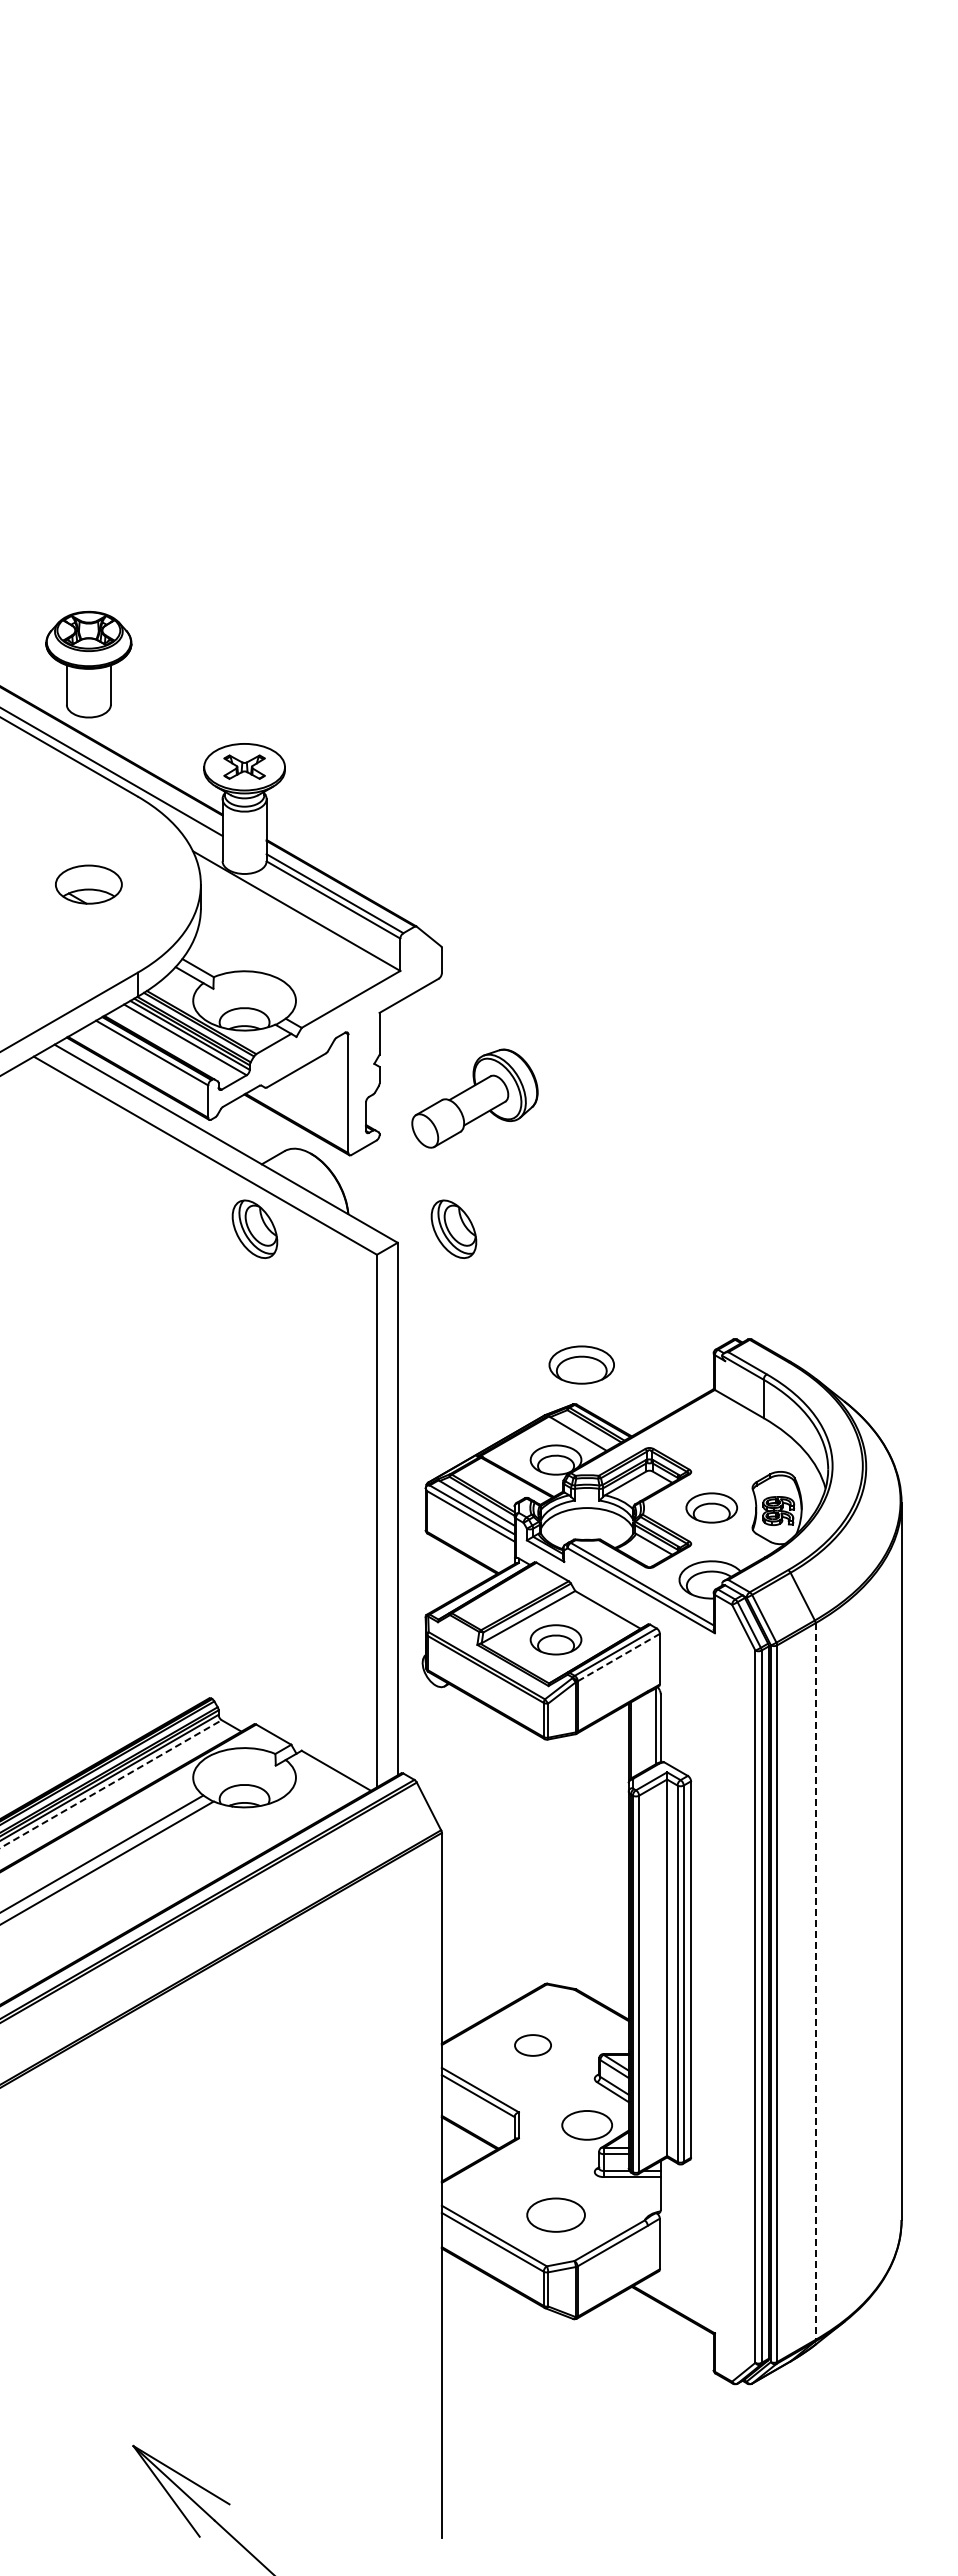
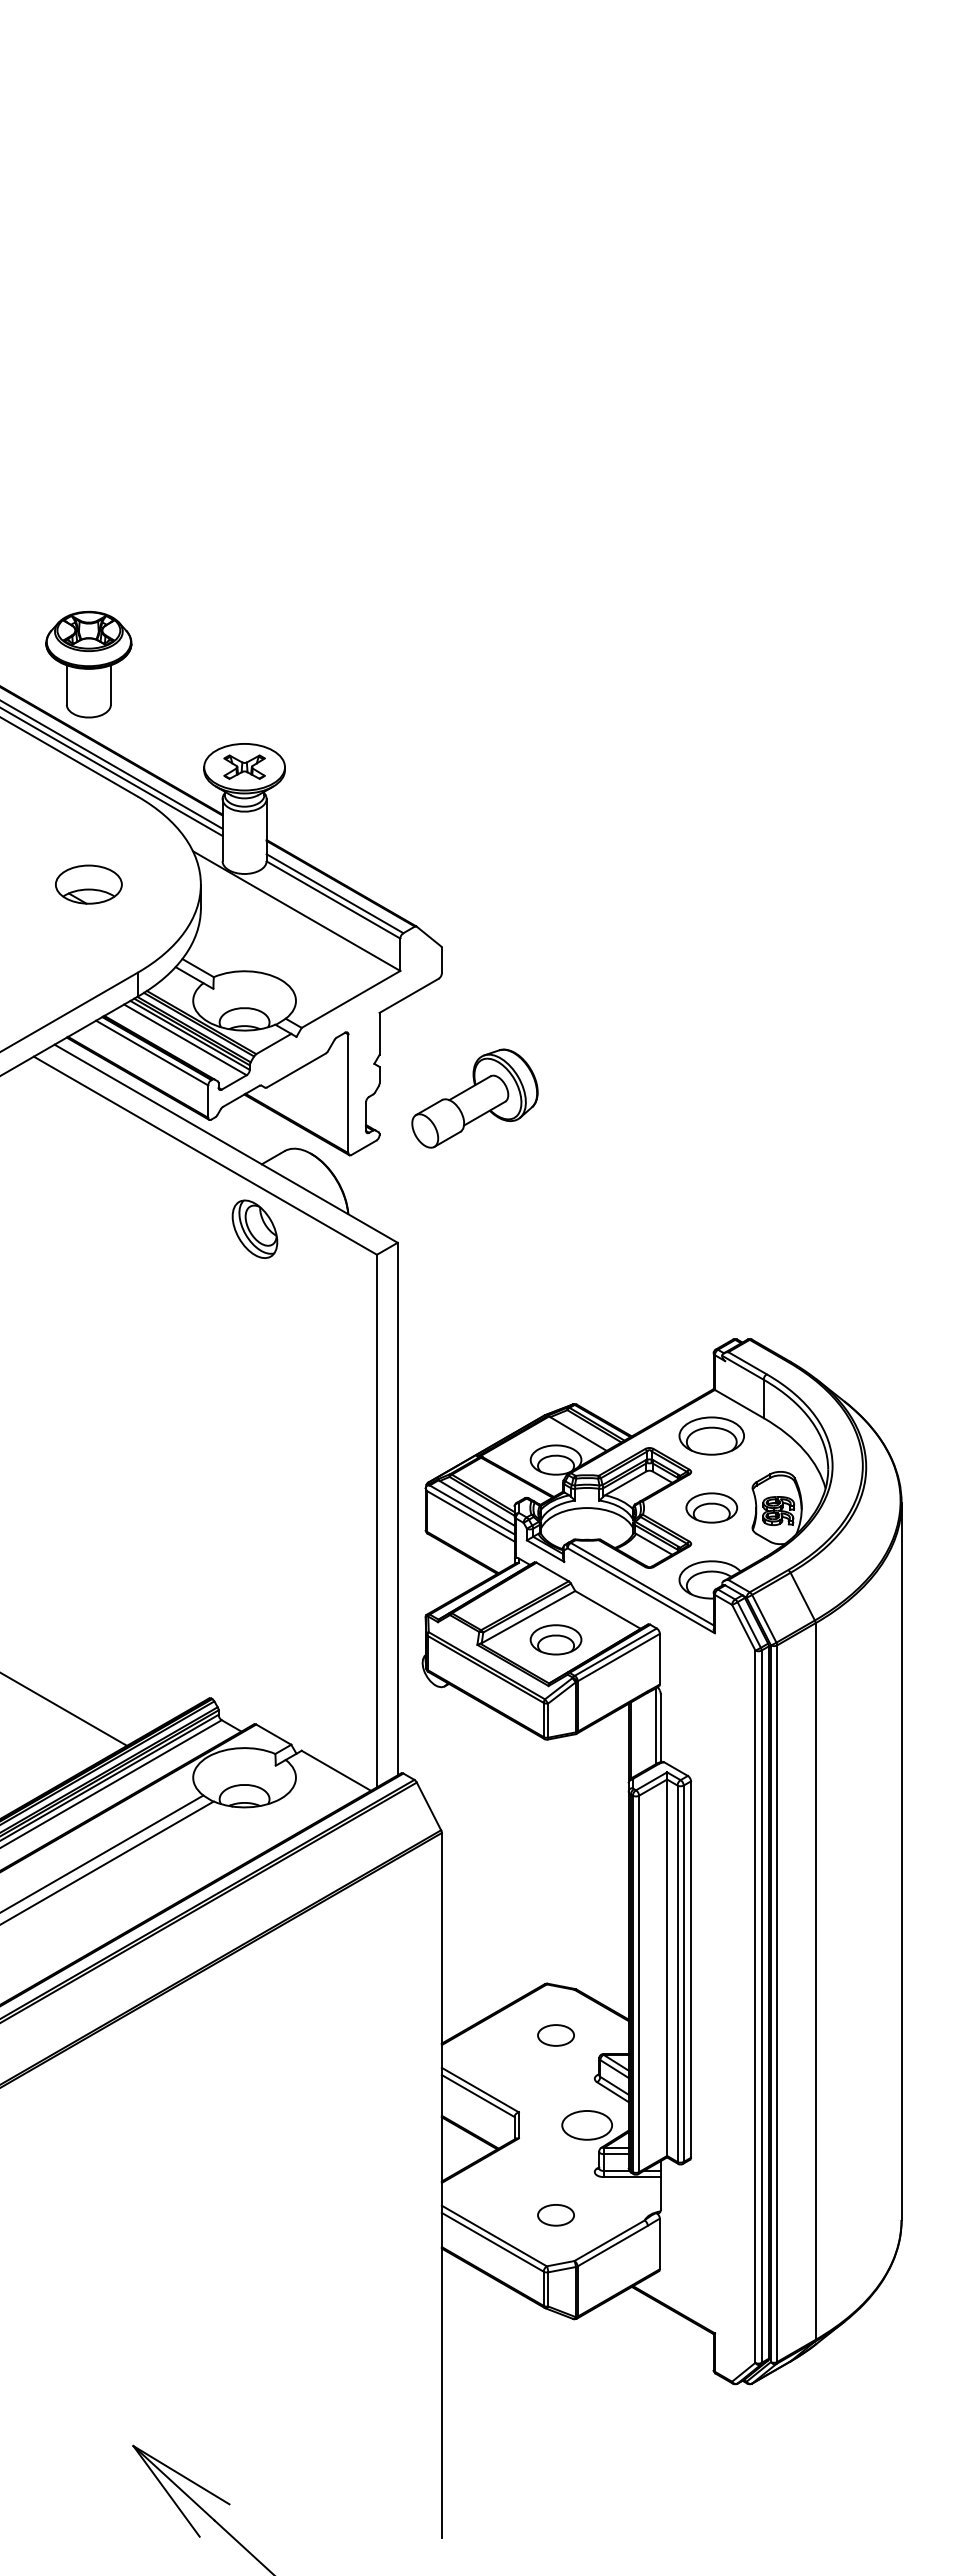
line at (112, 764): none -> present
part at (453, 1228): present -> none
part at (581, 1364) position: (581, 1364) -> (711, 1435)
line at (619, 1657): dashed -> solid
line at (64, 1709): none -> present
line at (110, 1784): dashed -> solid
line at (815, 1982): dashed -> solid
part at (532, 2045) position: (532, 2045) -> (555, 2035)
part at (555, 2214) size: 60x36 px -> 38x23 px
